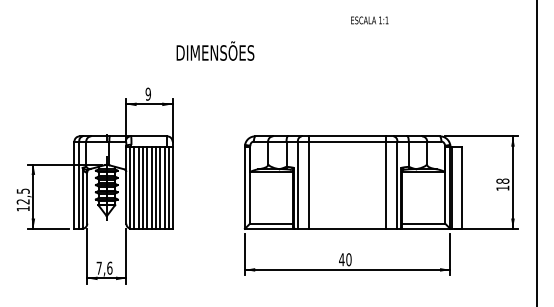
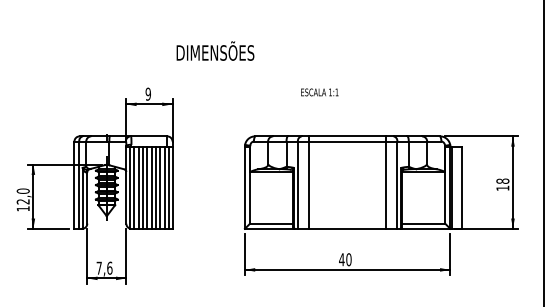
text at (369, 20) position: (369, 20) -> (319, 92)
line at (537, 152) position: (537, 152) -> (544, 152)
text at (22, 190): 12,5 -> 12,0
